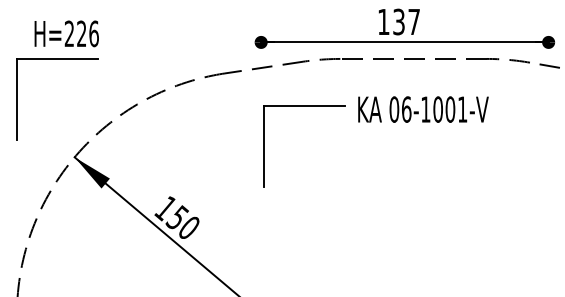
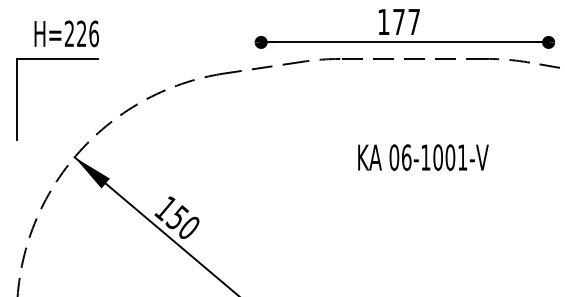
text at (398, 21): 137 -> 177
part at (304, 106): present -> none
text at (423, 109) position: (423, 109) -> (423, 157)
